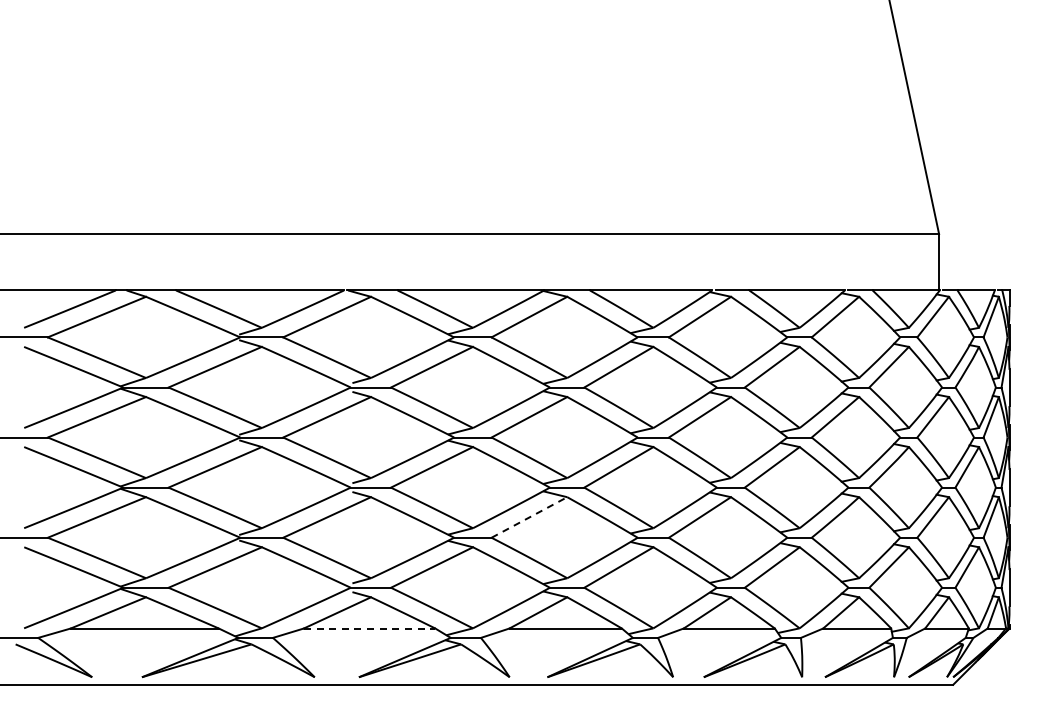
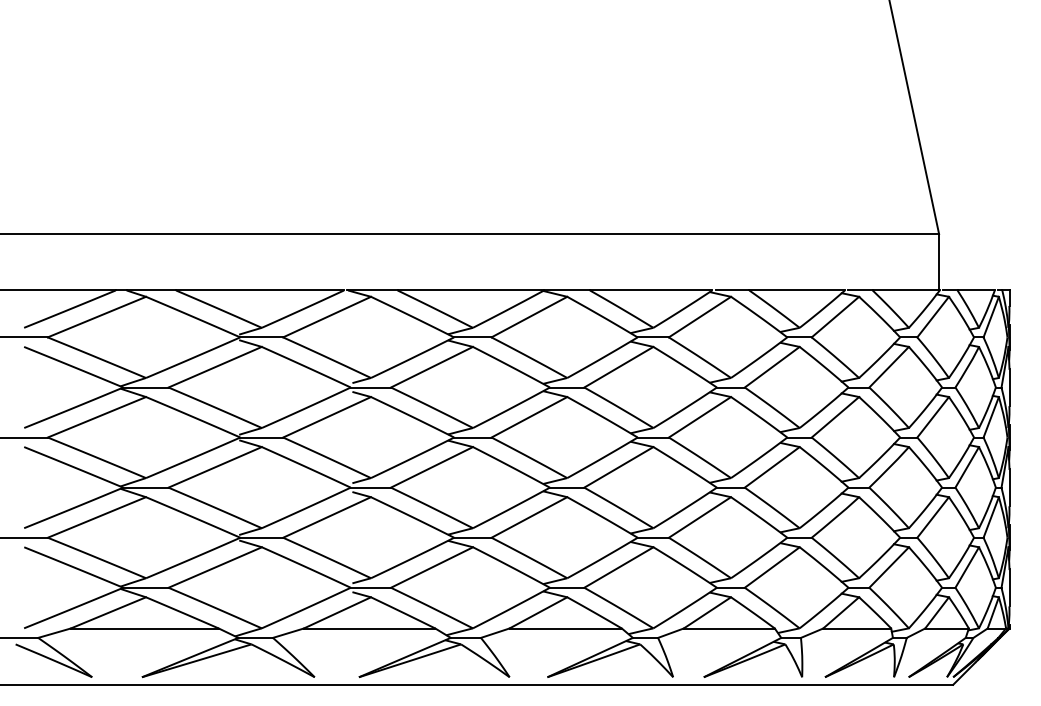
line at (529, 517): dashed -> solid
line at (369, 628): dashed -> solid
